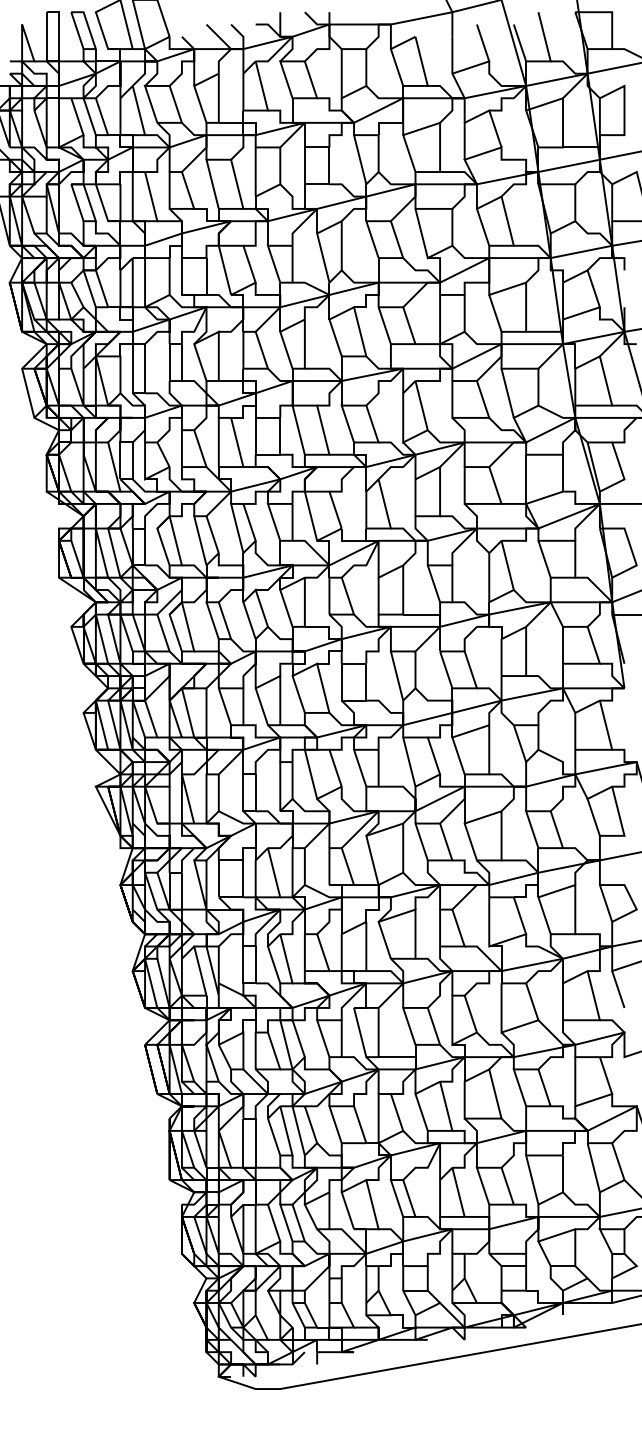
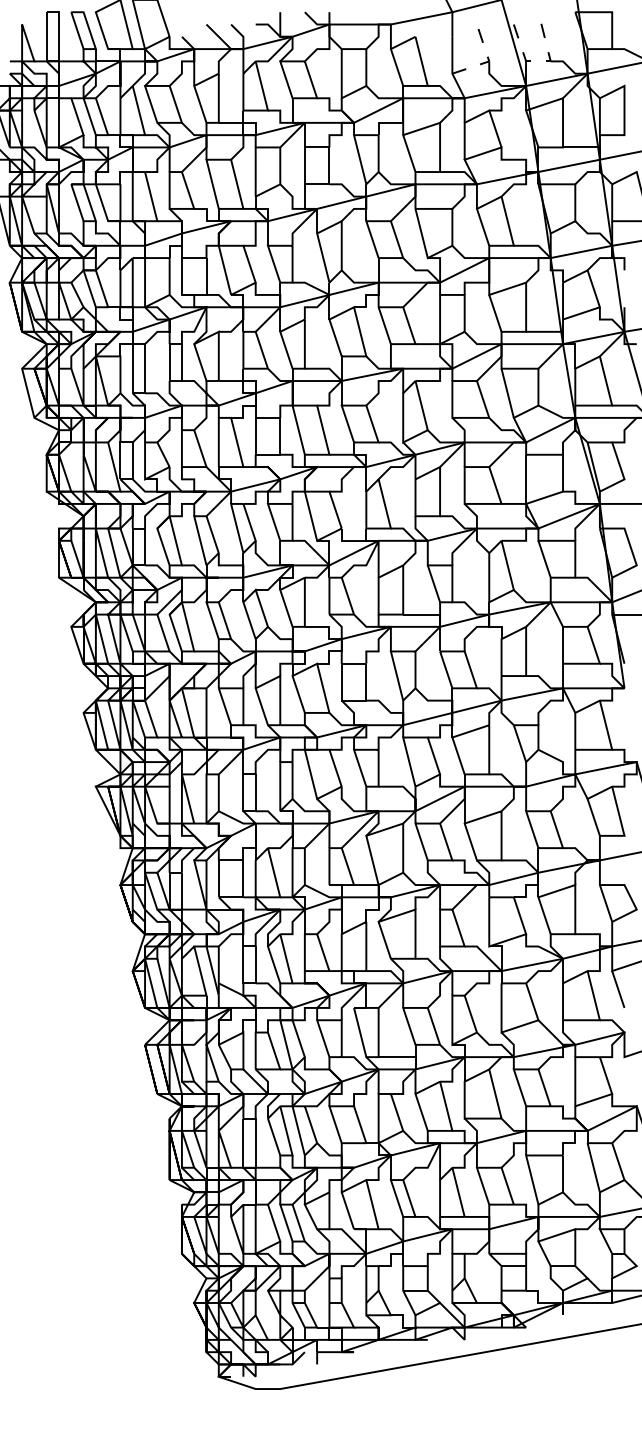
line at (489, 61): solid -> dashed
line at (544, 61): solid -> dashed
